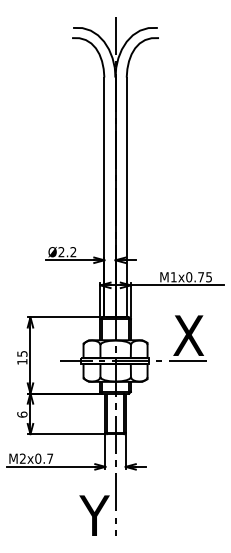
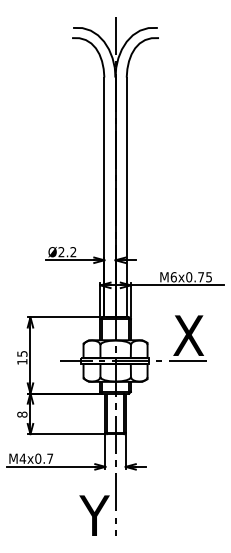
text at (173, 277): M1x0.75 -> M6x0.75
text at (22, 414): 6 -> 8
text at (22, 458): M2x0.7 -> M4x0.7
